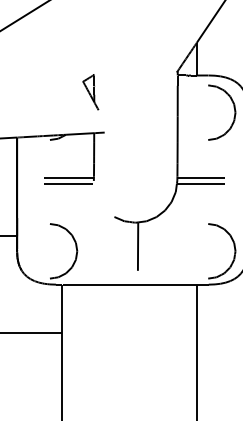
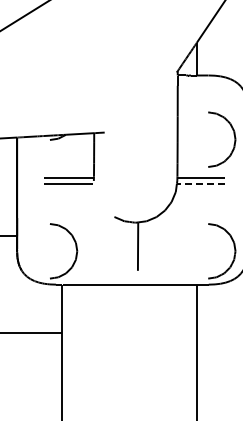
part at (90, 92): present -> none
part at (234, 112) position: (234, 112) -> (234, 139)
line at (200, 183): solid -> dashed
